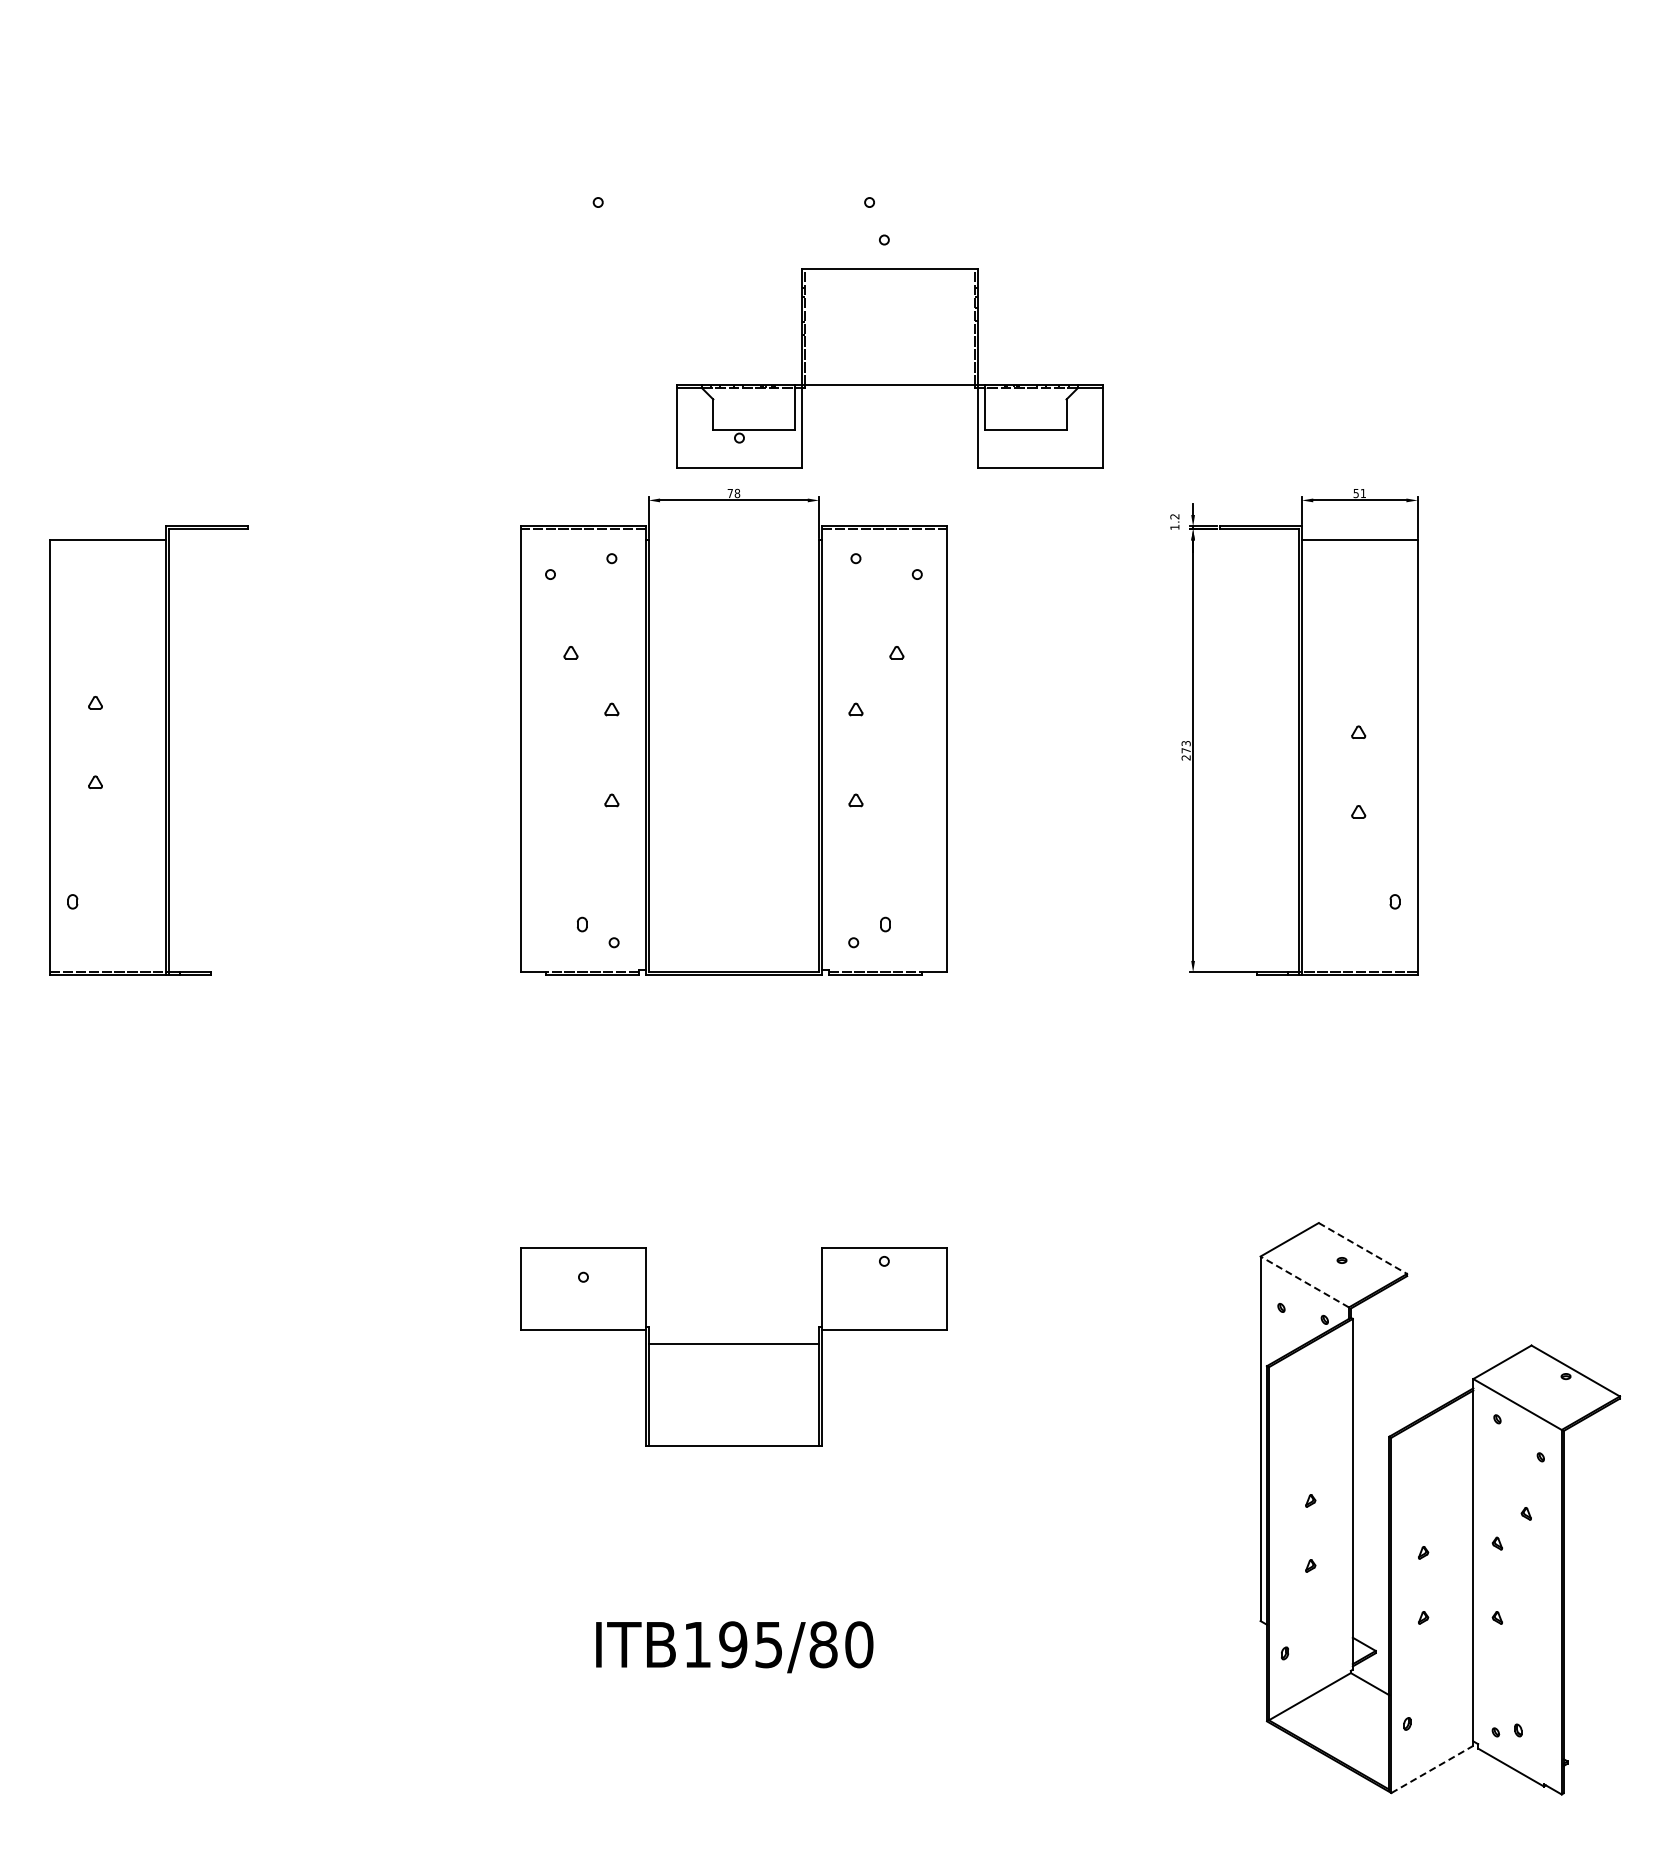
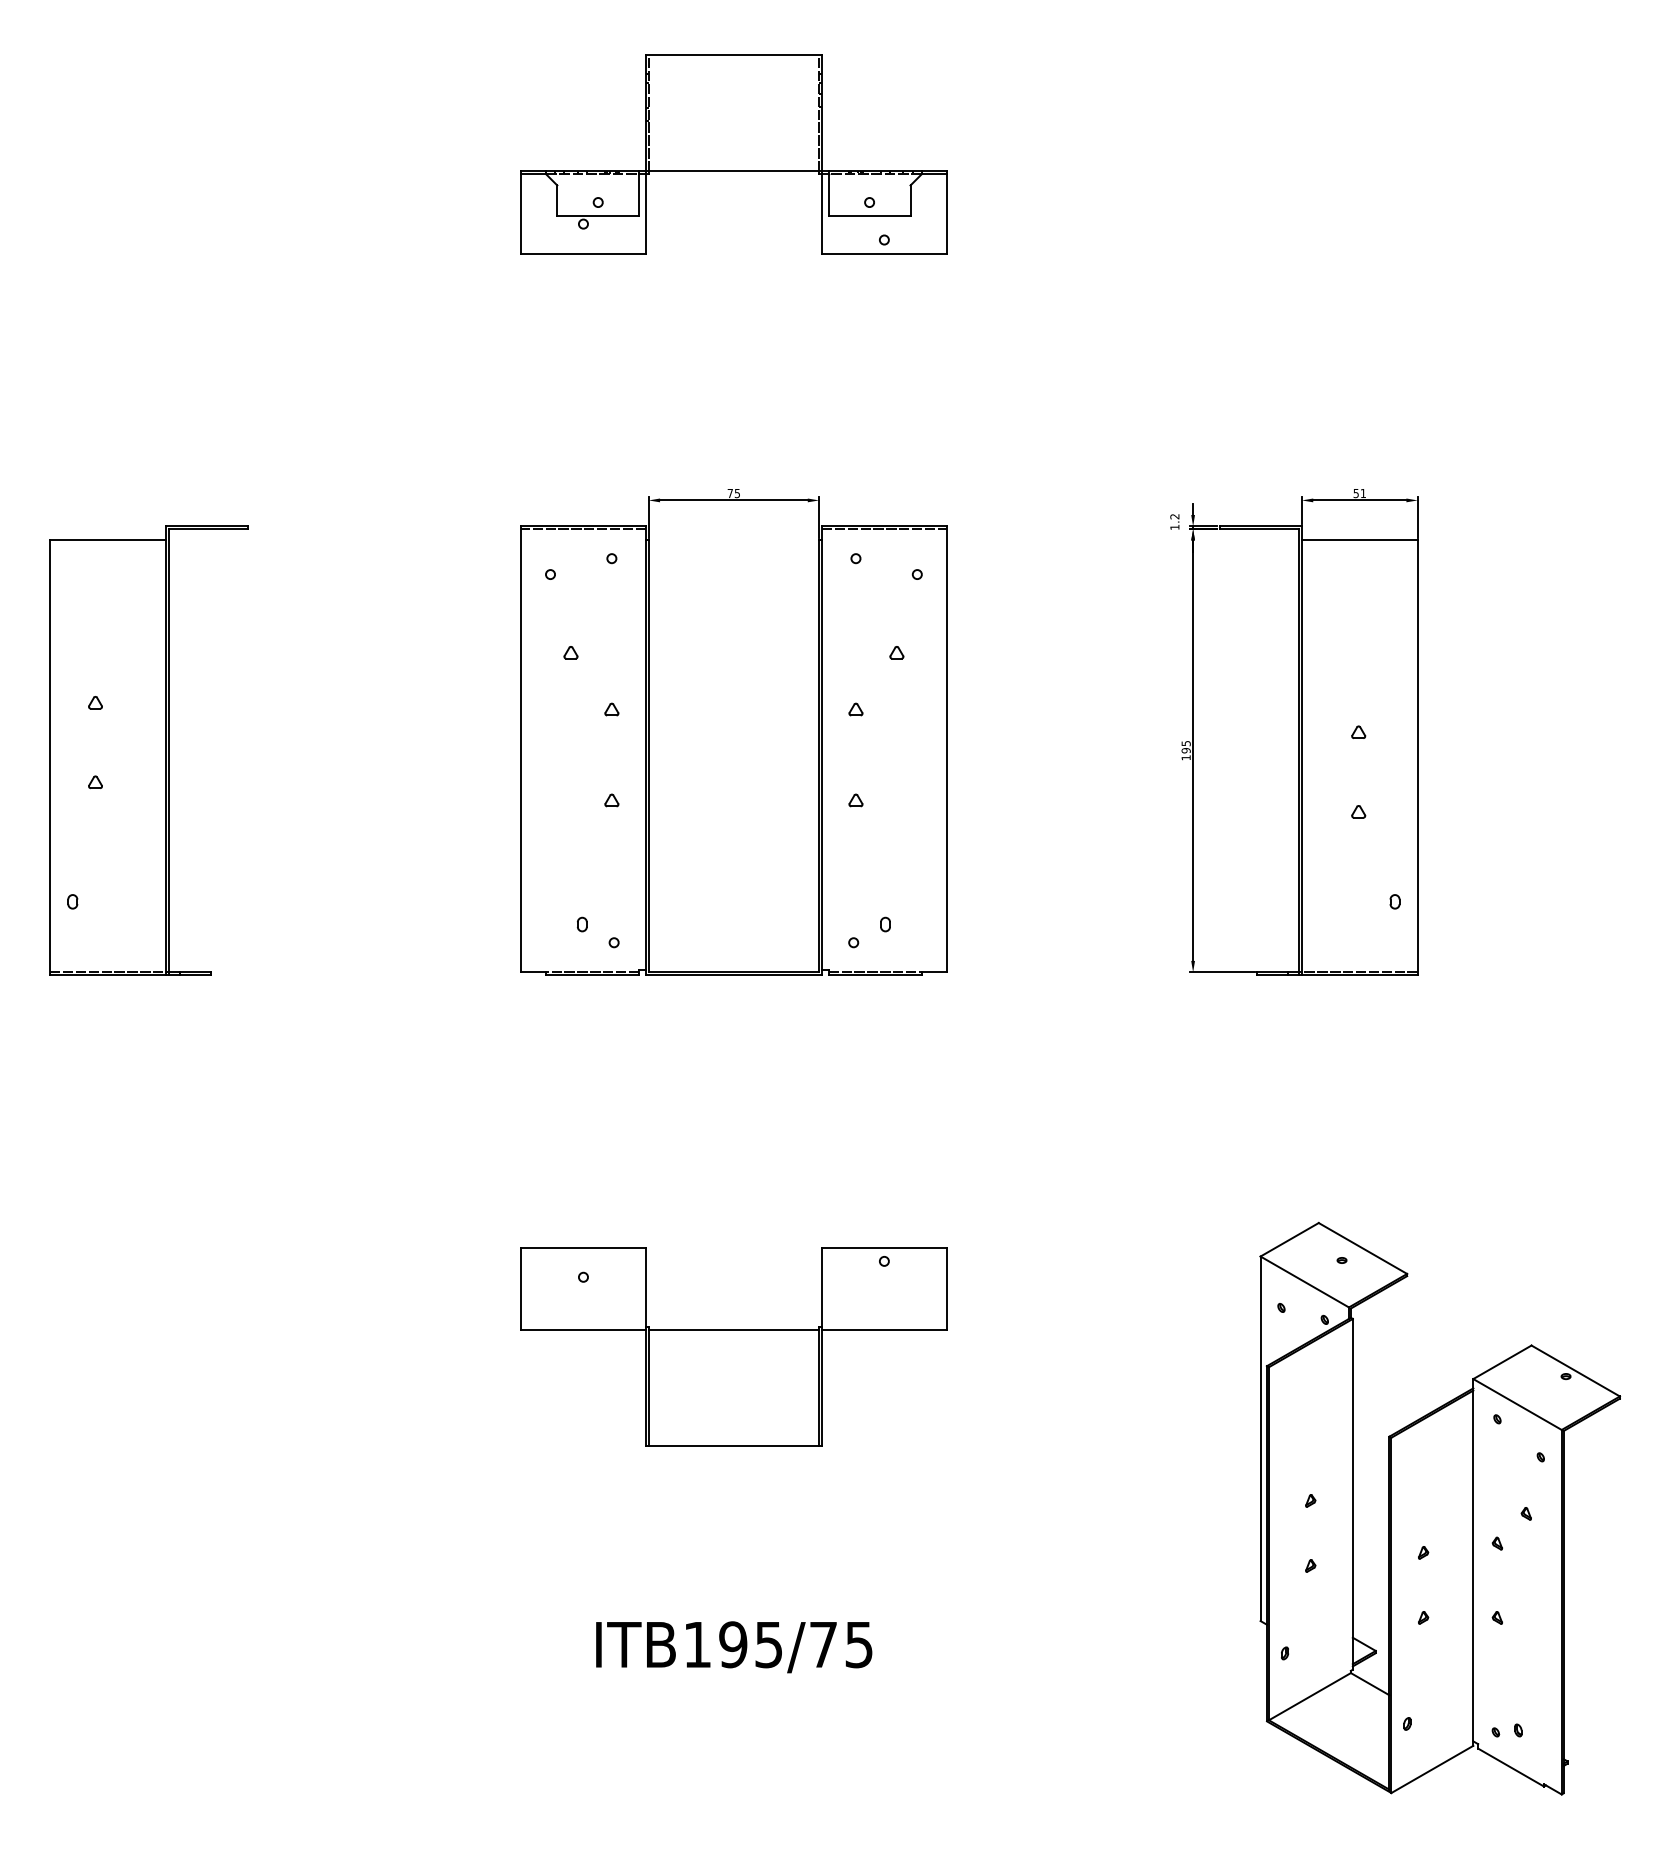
part at (889, 368) position: (889, 368) -> (733, 154)
text at (737, 493): 78 -> 75
text at (1185, 750): 273 -> 195
line at (1362, 1248): dashed -> solid
line at (1304, 1281): dashed -> solid
line at (733, 1344) position: (733, 1344) -> (733, 1330)
text at (841, 1644): ITB195/80 -> ITB195/75
line at (1432, 1769): dashed -> solid
